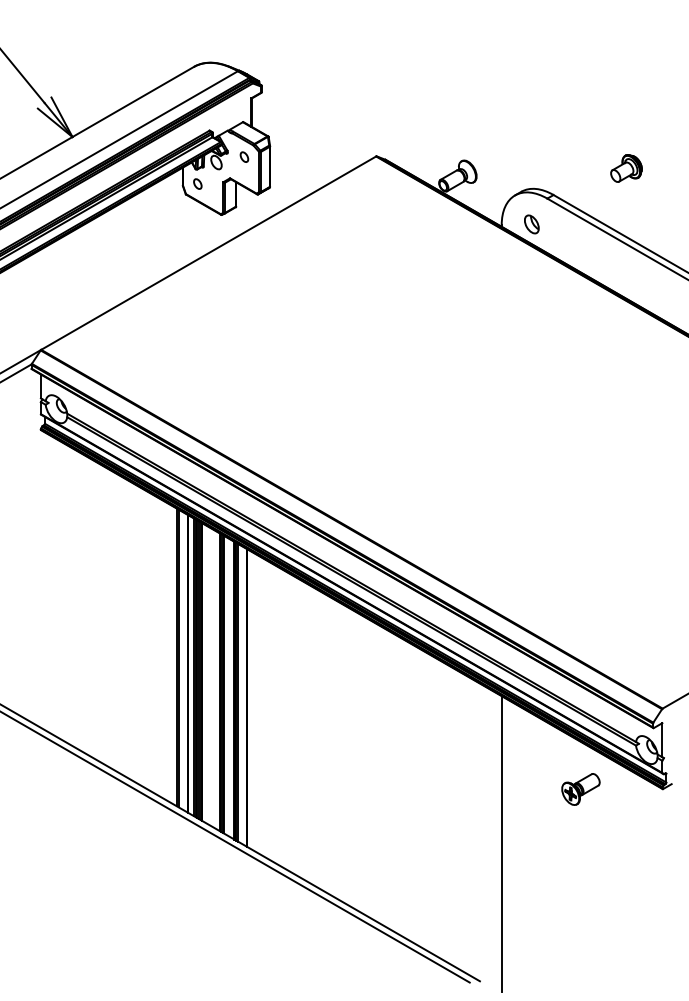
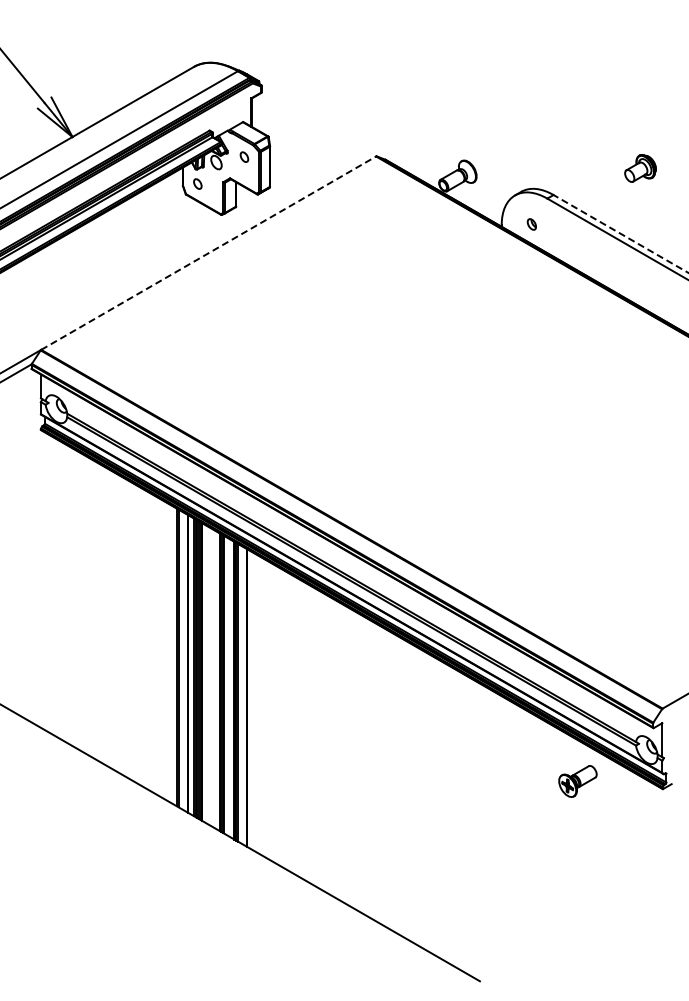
part at (626, 168) position: (626, 168) -> (640, 168)
part at (531, 224) size: 16x21 px -> 11x13 px
line at (621, 234): solid -> dashed
line at (209, 252): solid -> dashed
part at (580, 789) position: (580, 789) -> (577, 781)
line at (501, 844): present -> none
line at (235, 847): present -> none
